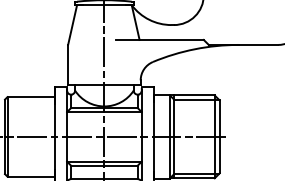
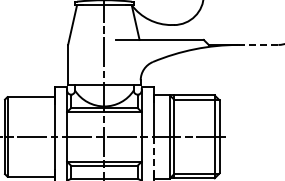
line at (258, 44): solid -> dashed
line at (154, 156): solid -> dashed
